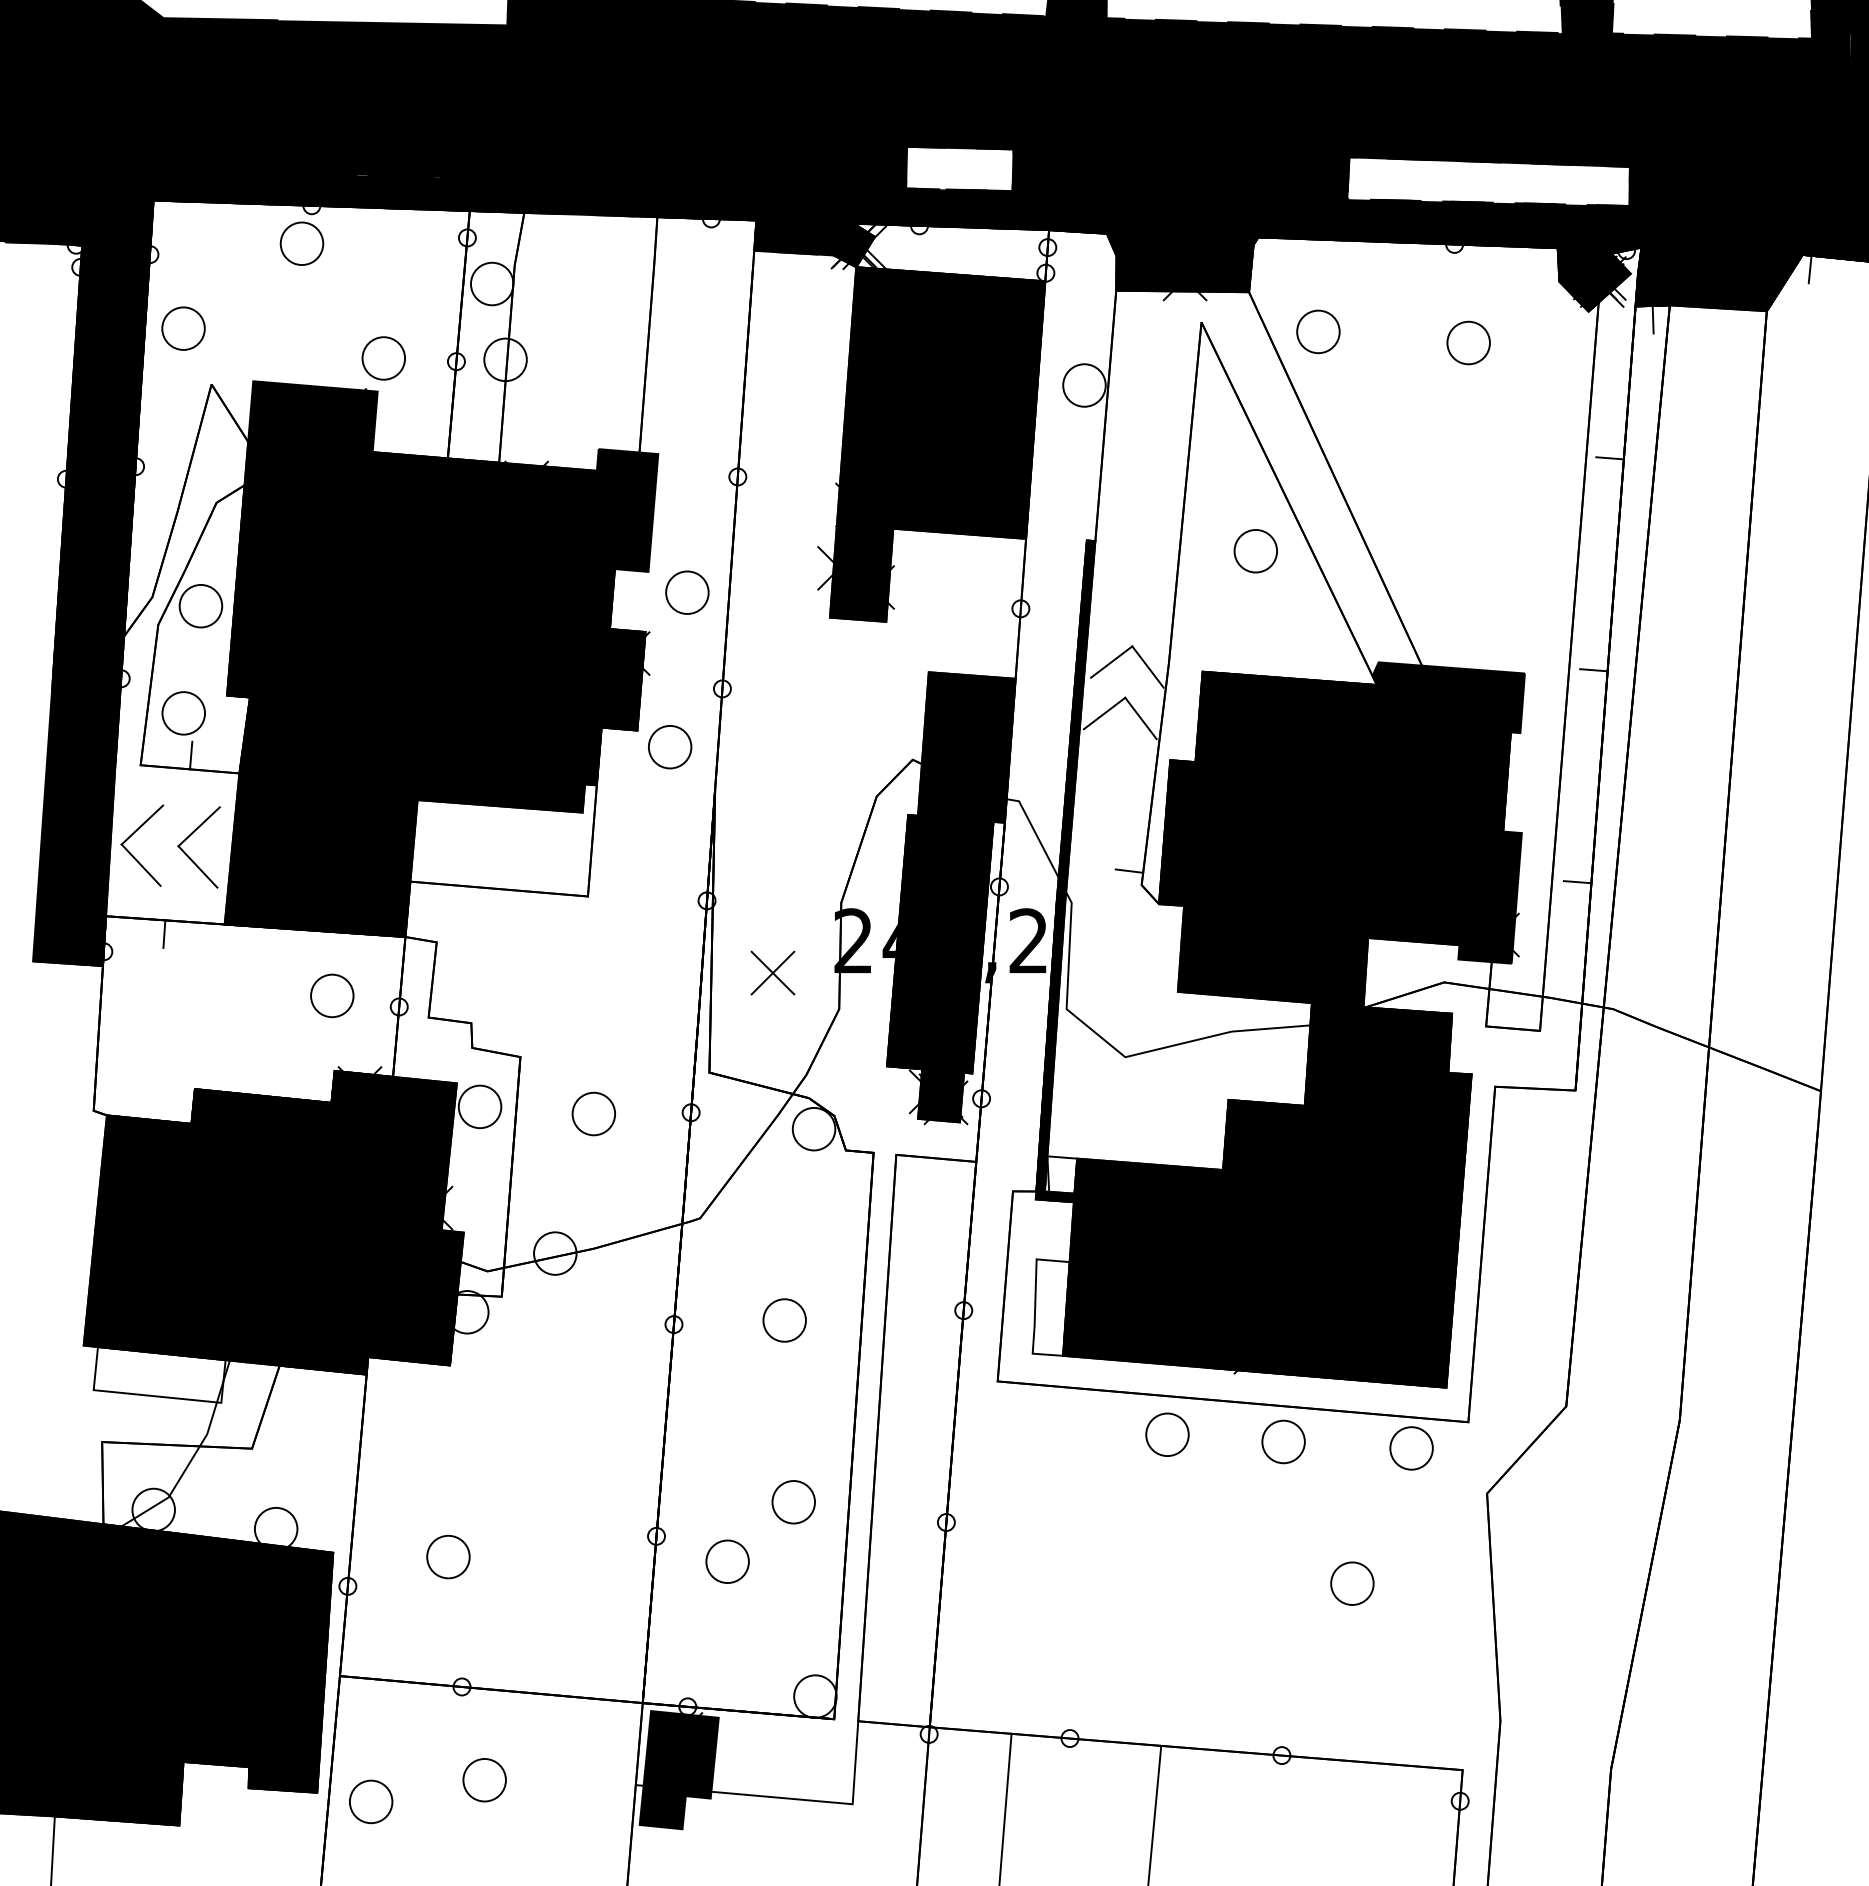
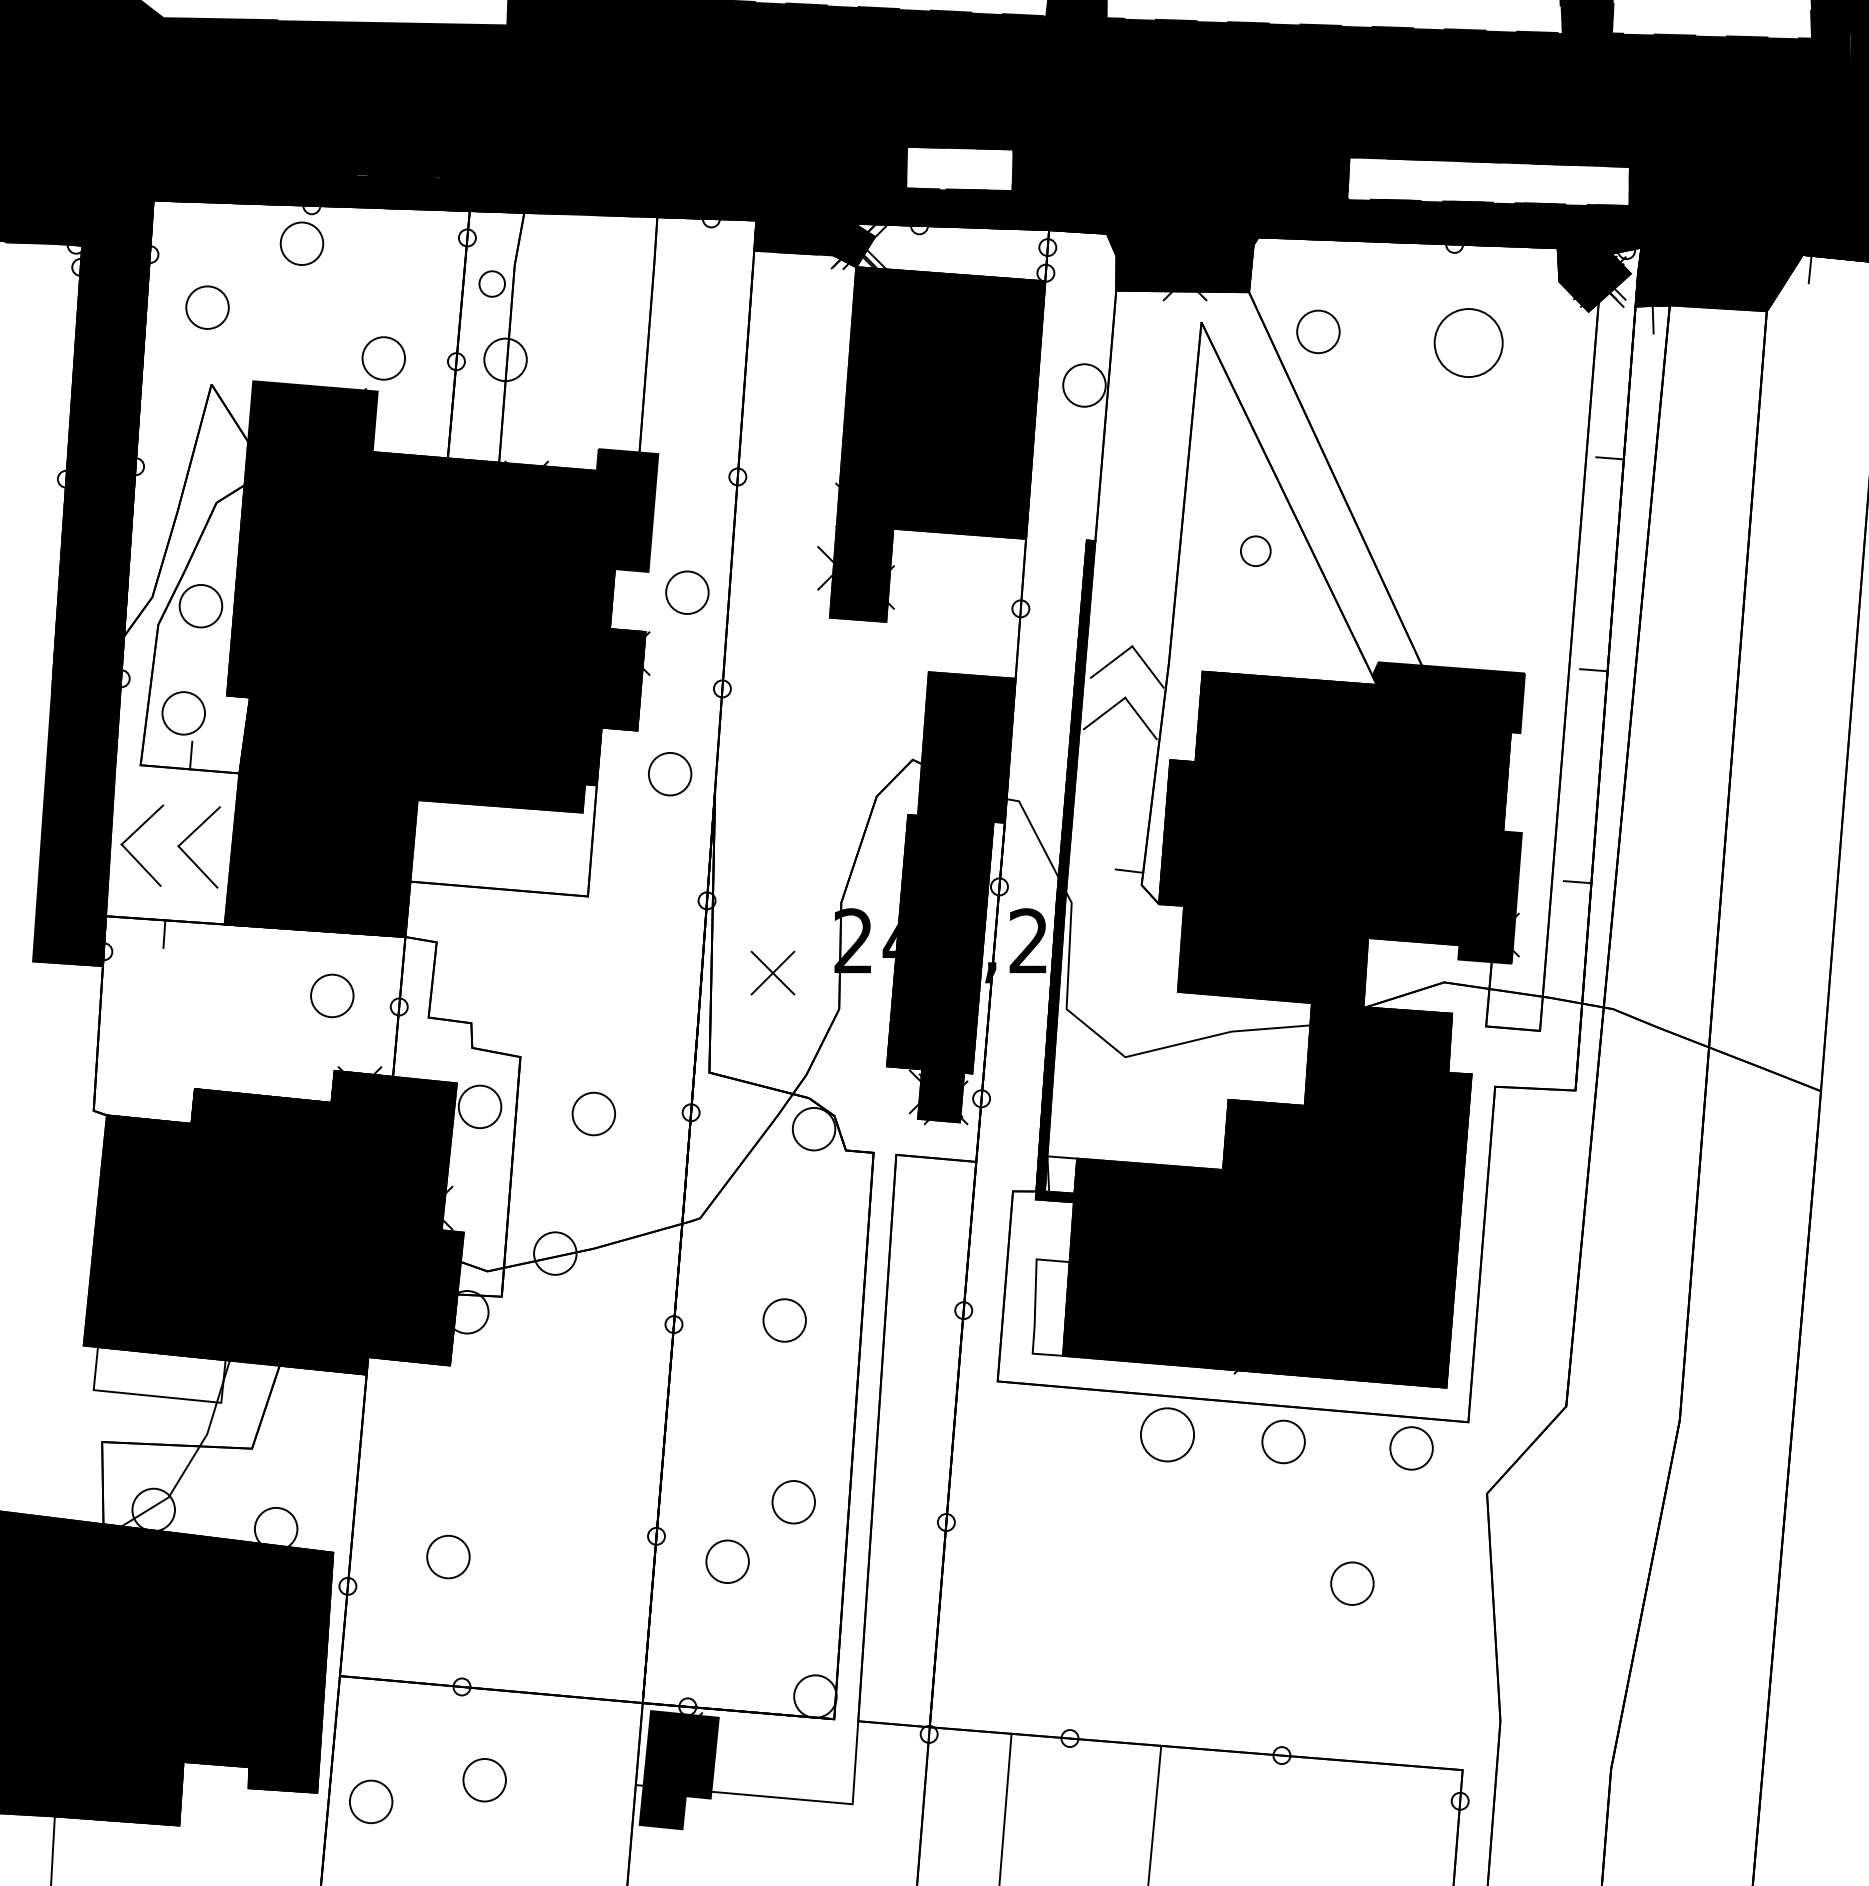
circle at (491, 283) diameter: 43 px -> 26 px
circle at (183, 328) position: (183, 328) -> (207, 307)
circle at (1468, 342) diameter: 43 px -> 68 px
circle at (1255, 550) diameter: 43 px -> 30 px
circle at (670, 747) position: (670, 747) -> (670, 774)
circle at (1167, 1434) size: 45x45 px -> 55x56 px
